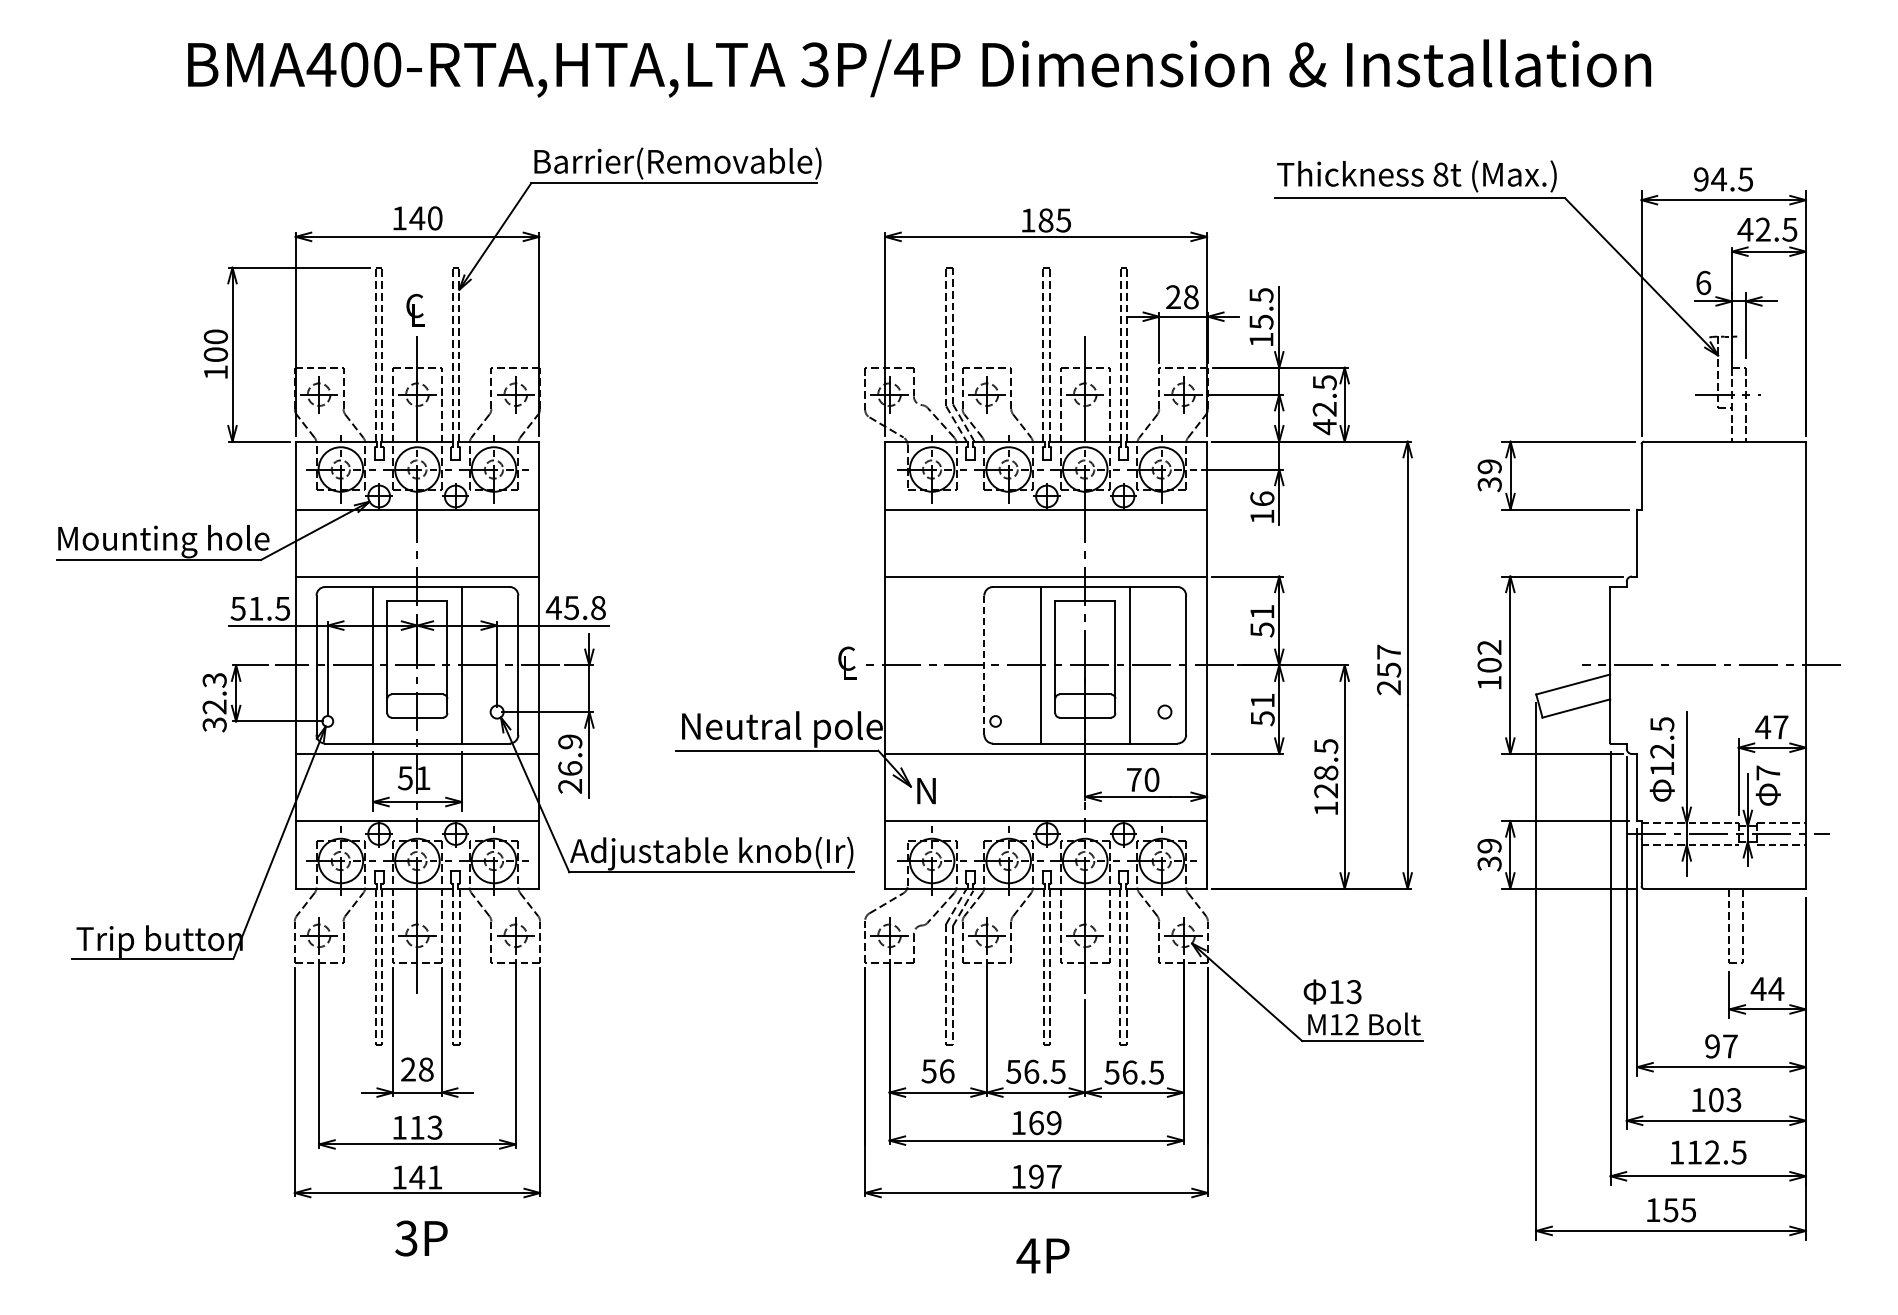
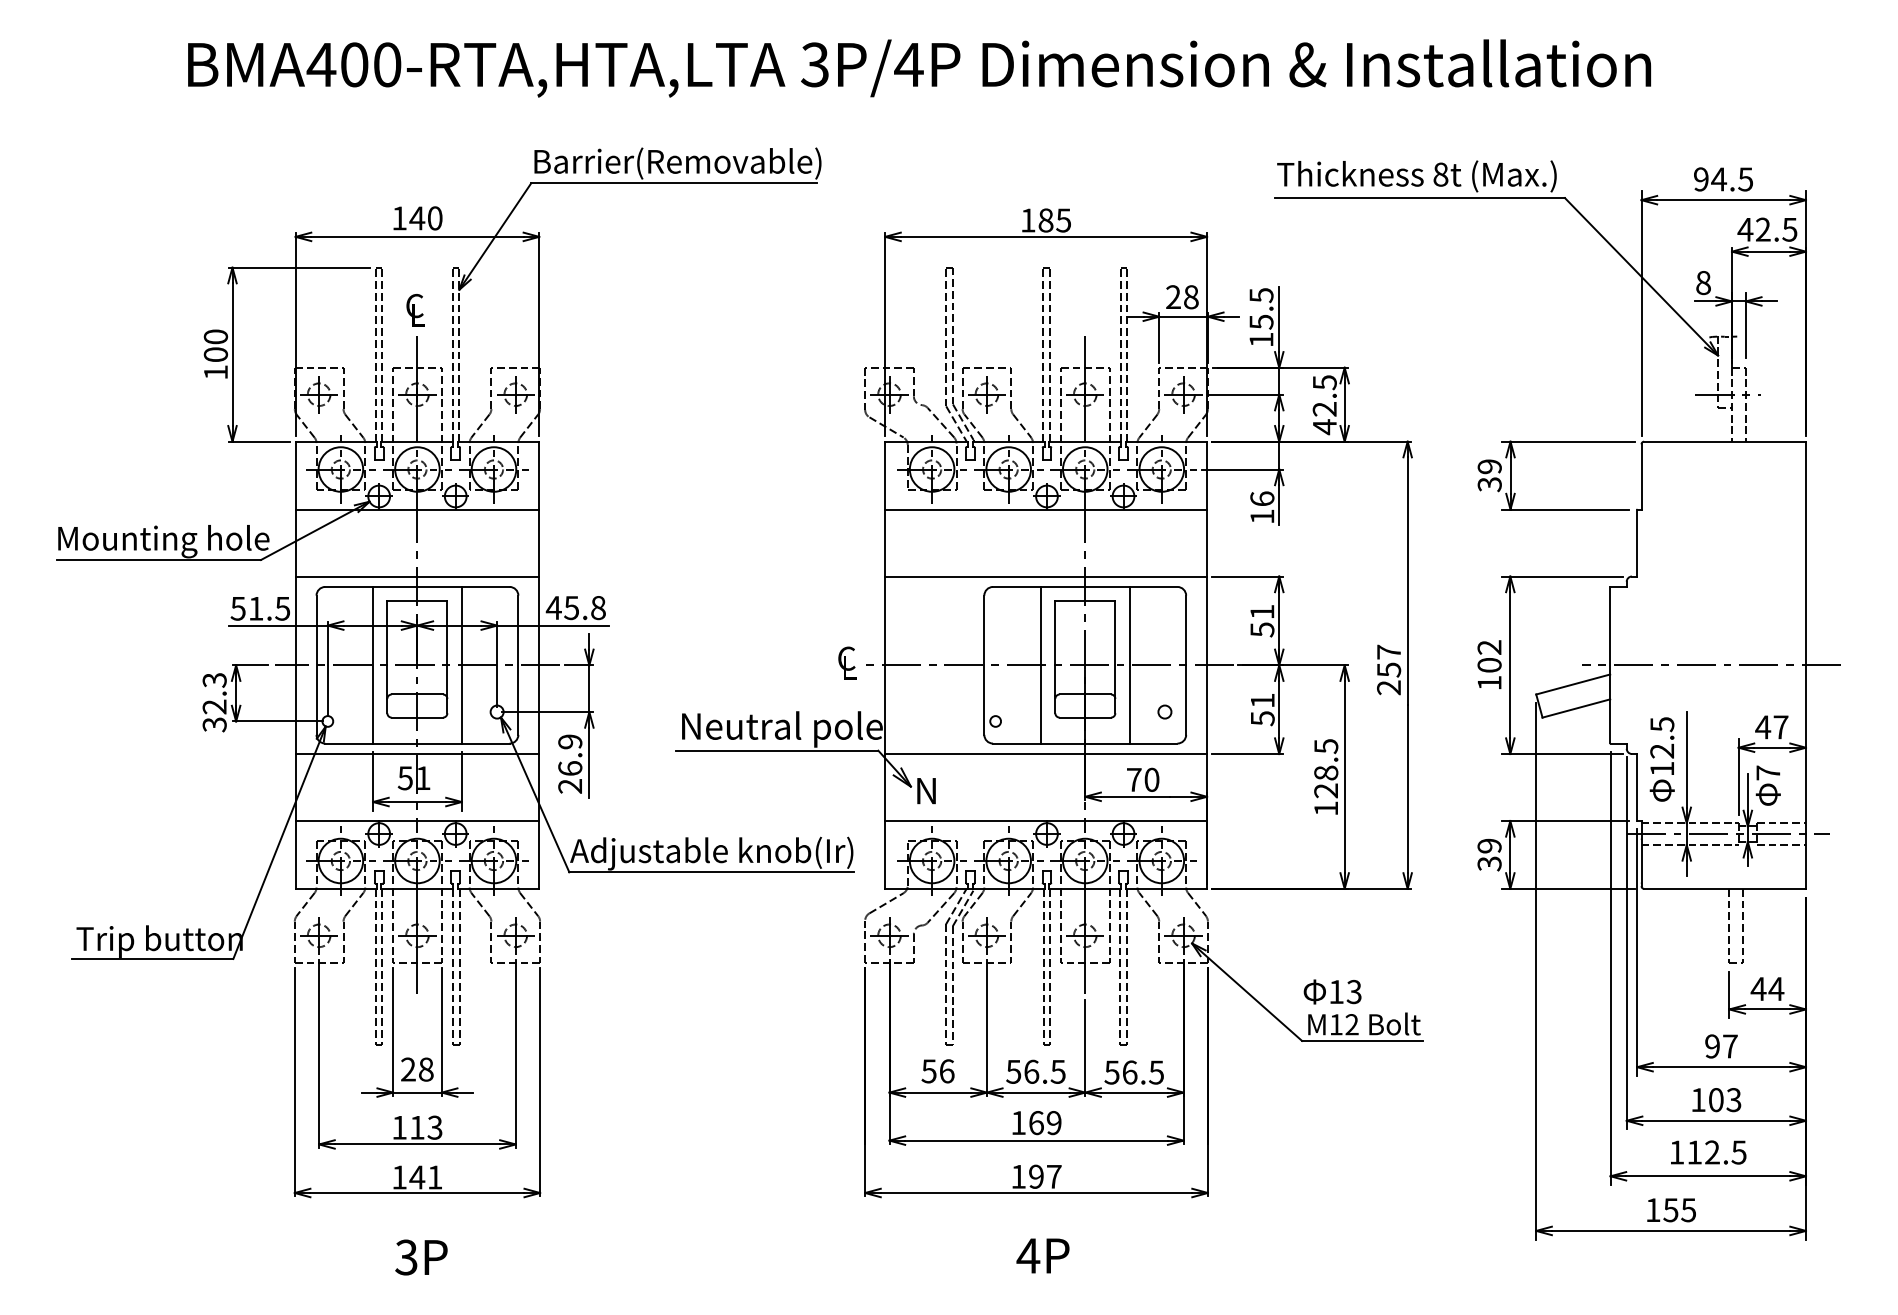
text at (1703, 282): 6 -> 8
line at (984, 665): dashed -> solid
text at (421, 1238) position: (421, 1238) -> (421, 1257)
